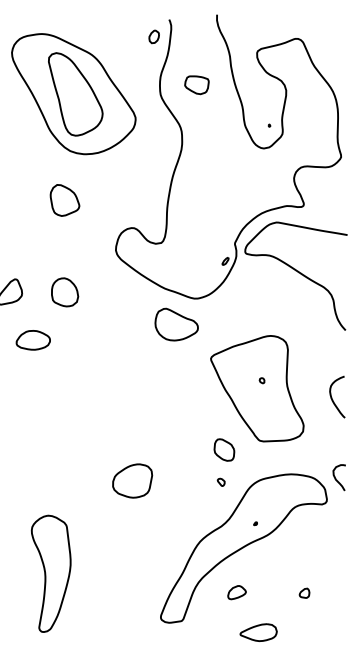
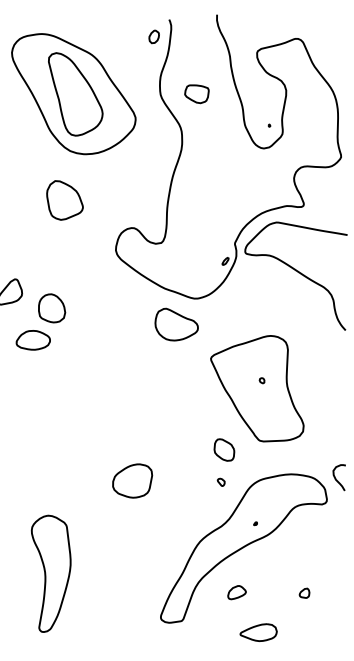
part at (196, 85) position: (196, 85) -> (196, 94)
part at (64, 200) size: 32x33 px -> 38x41 px
part at (65, 292) position: (65, 292) -> (52, 308)
curve at (333, 399): present -> none
